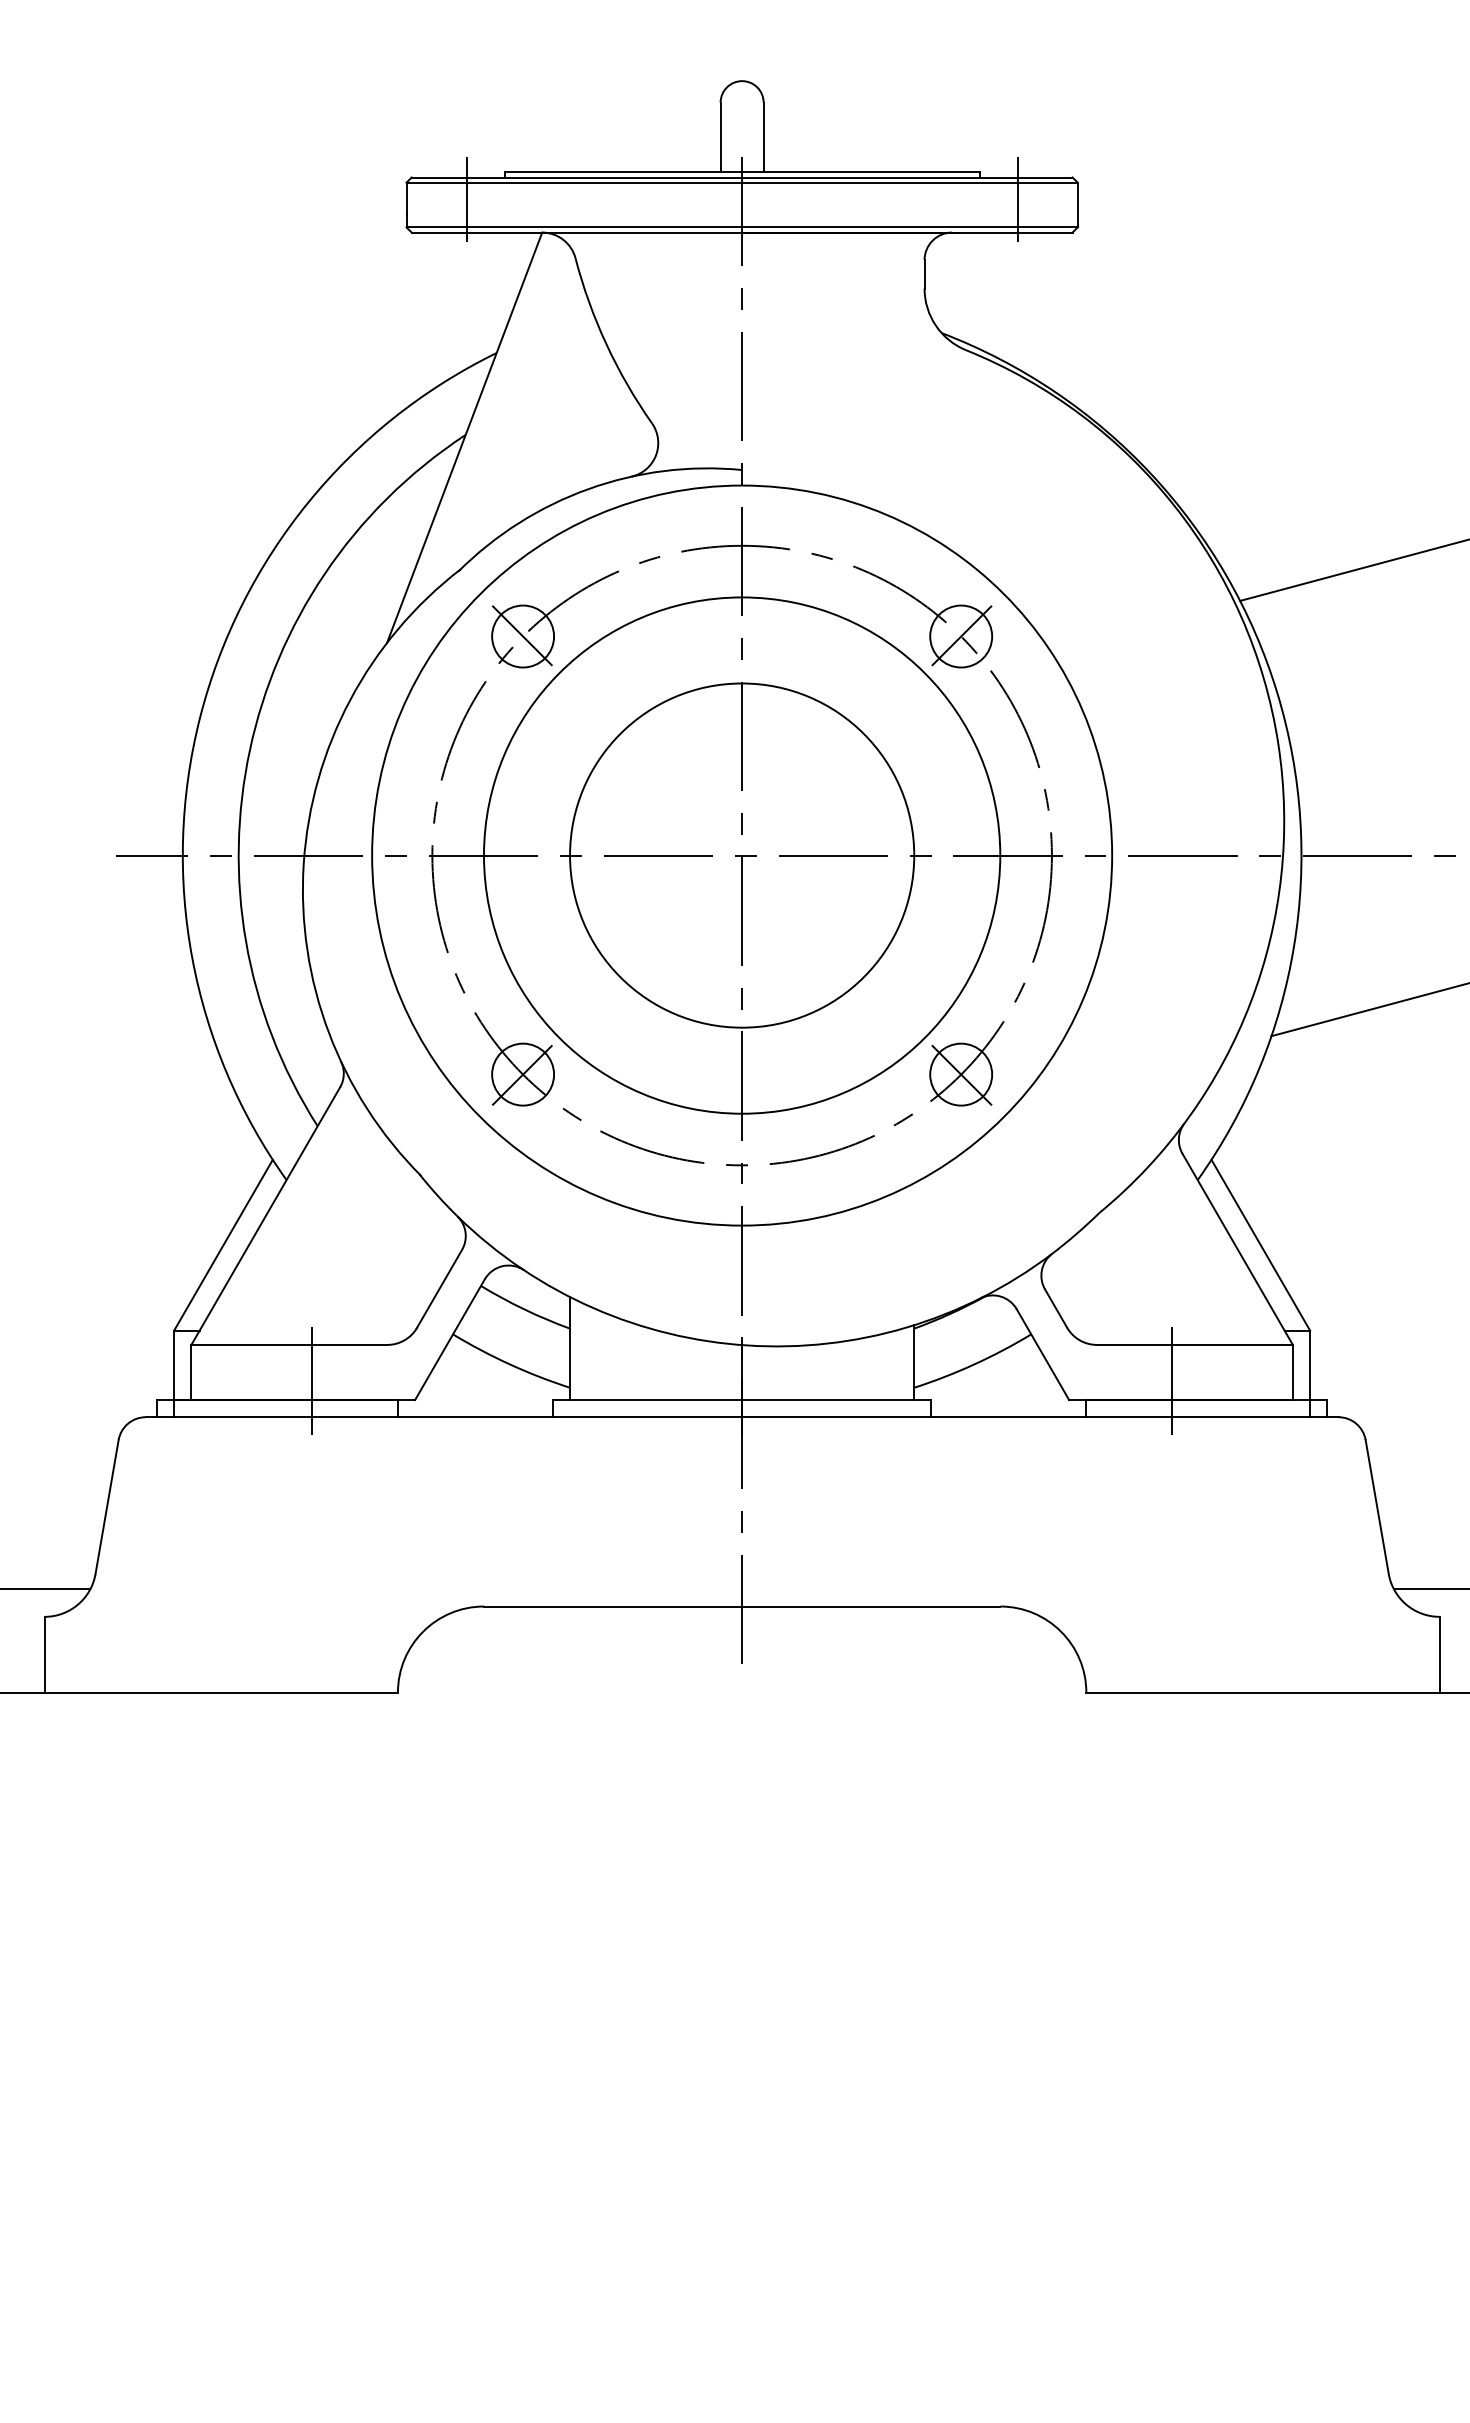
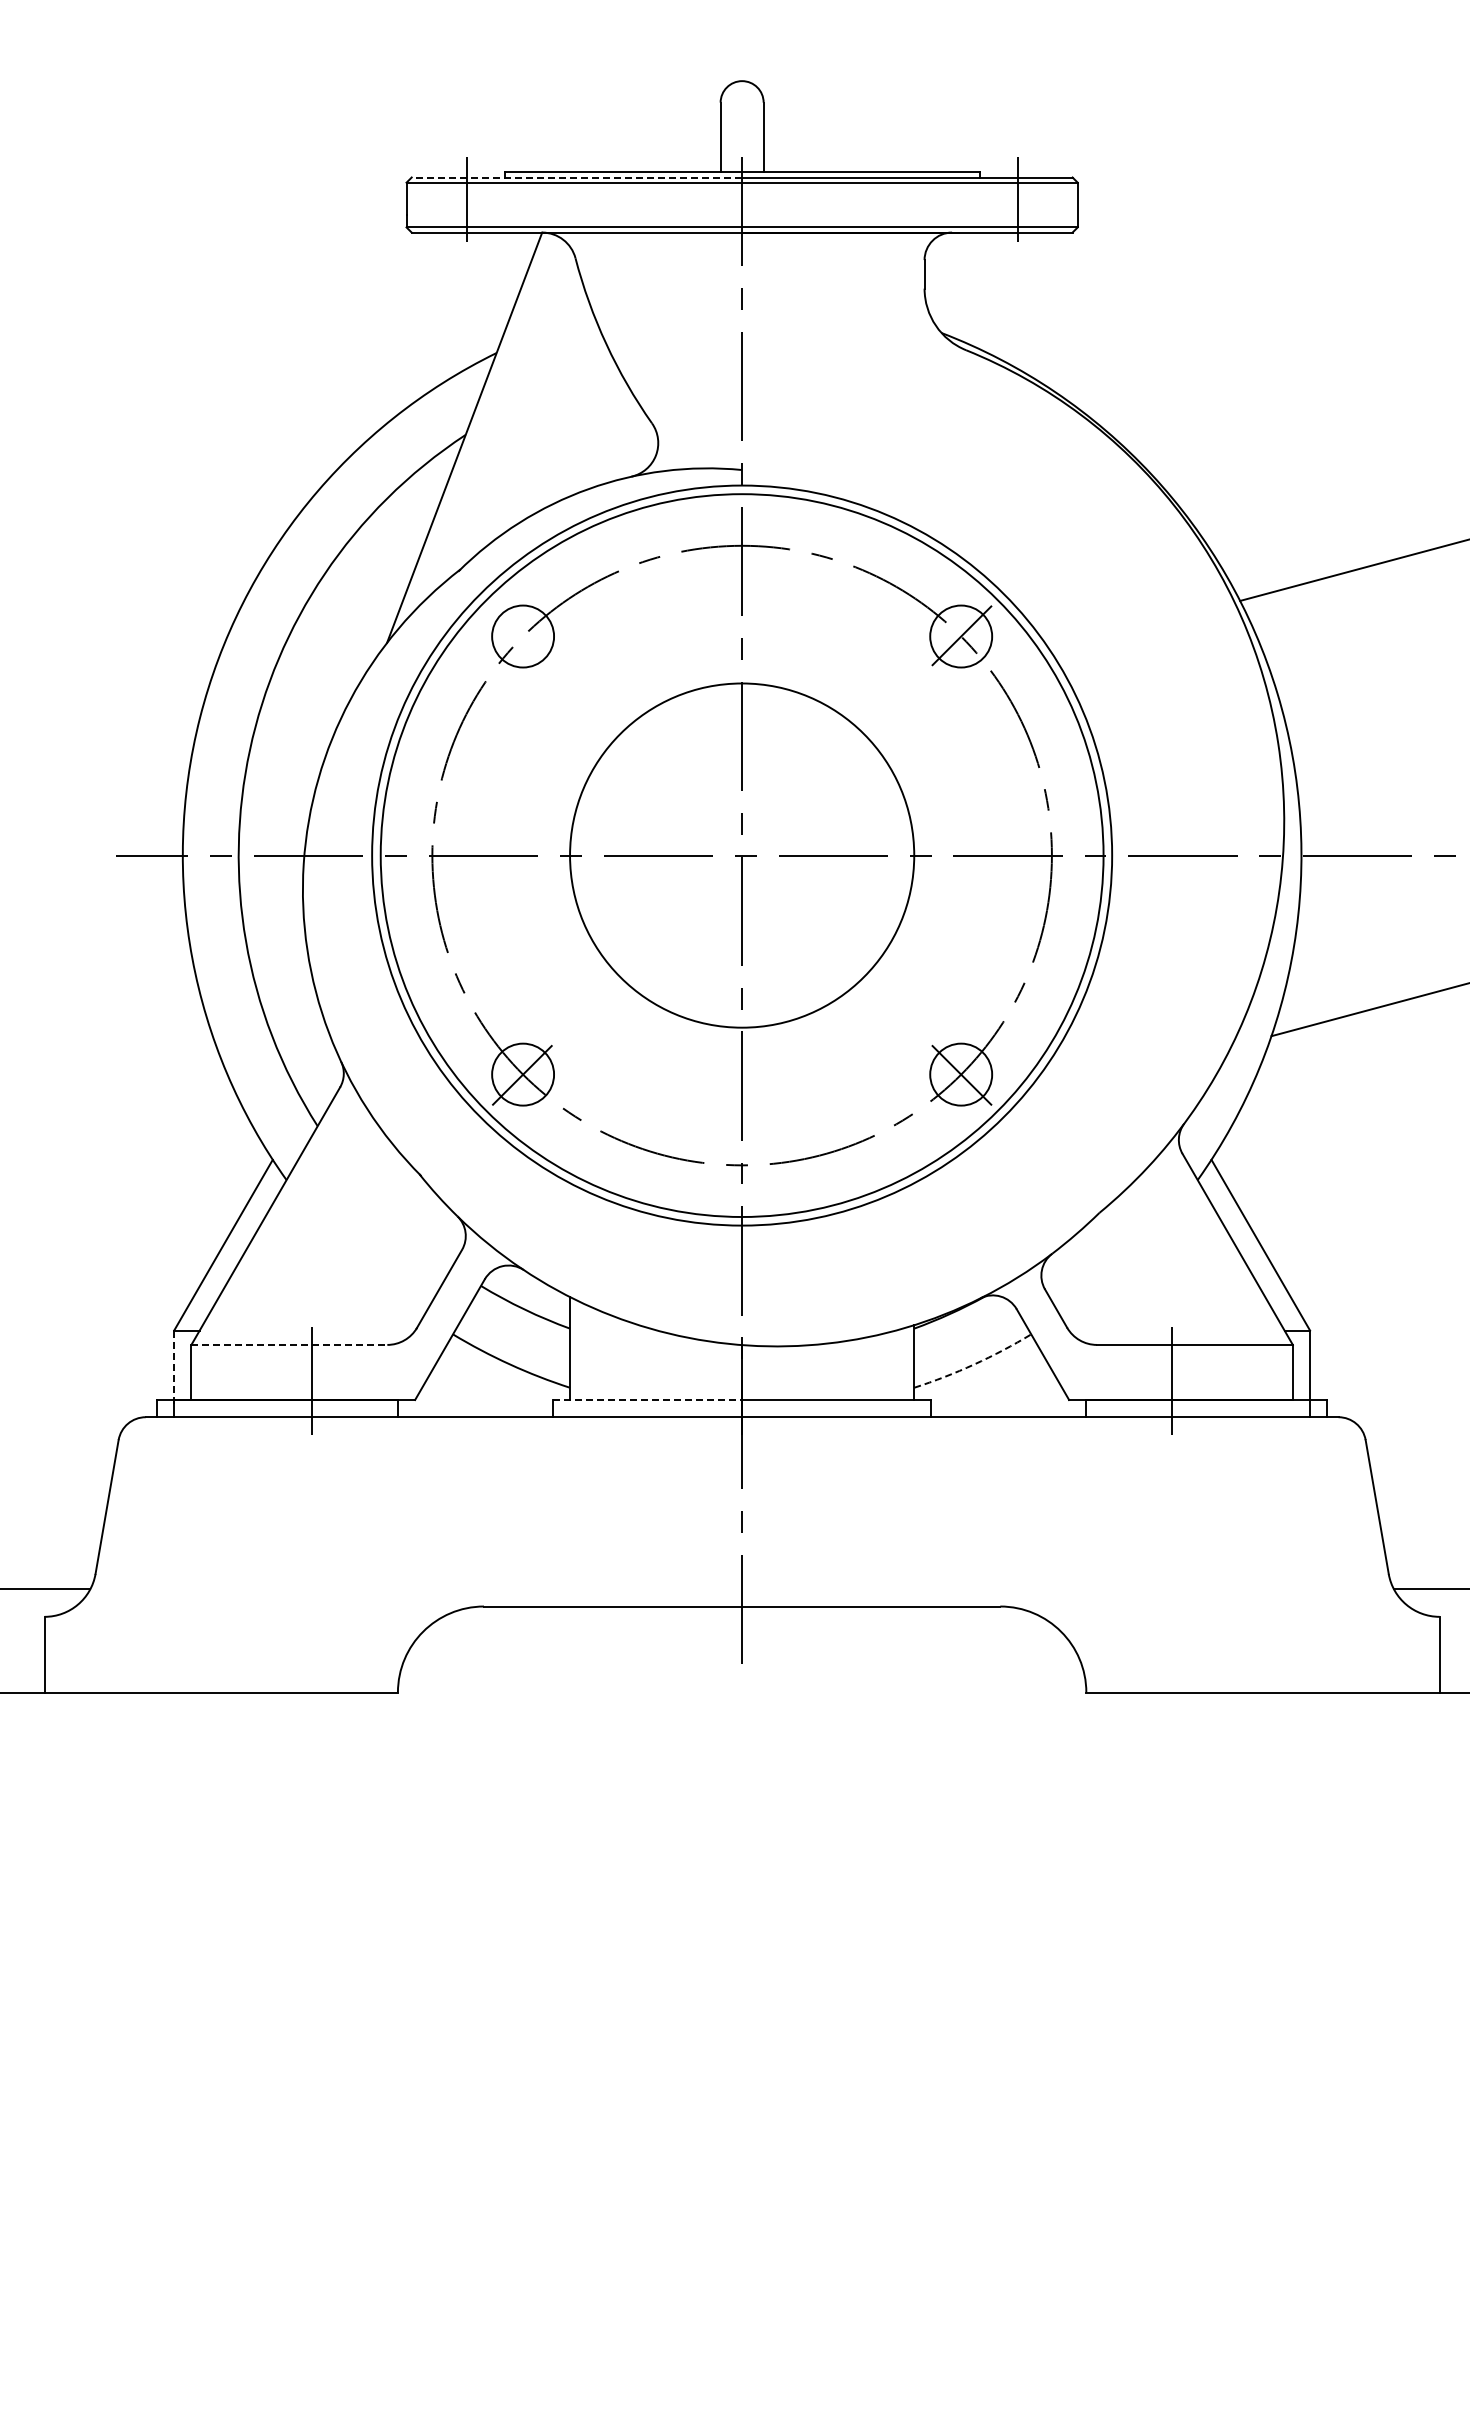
line at (576, 177): solid -> dashed
line at (522, 635): present -> none
circle at (742, 855) diameter: 516 px -> 723 px
line at (289, 1344): solid -> dashed
arc at (974, 1364): solid -> dashed
line at (174, 1368): solid -> dashed
line at (647, 1400): solid -> dashed
